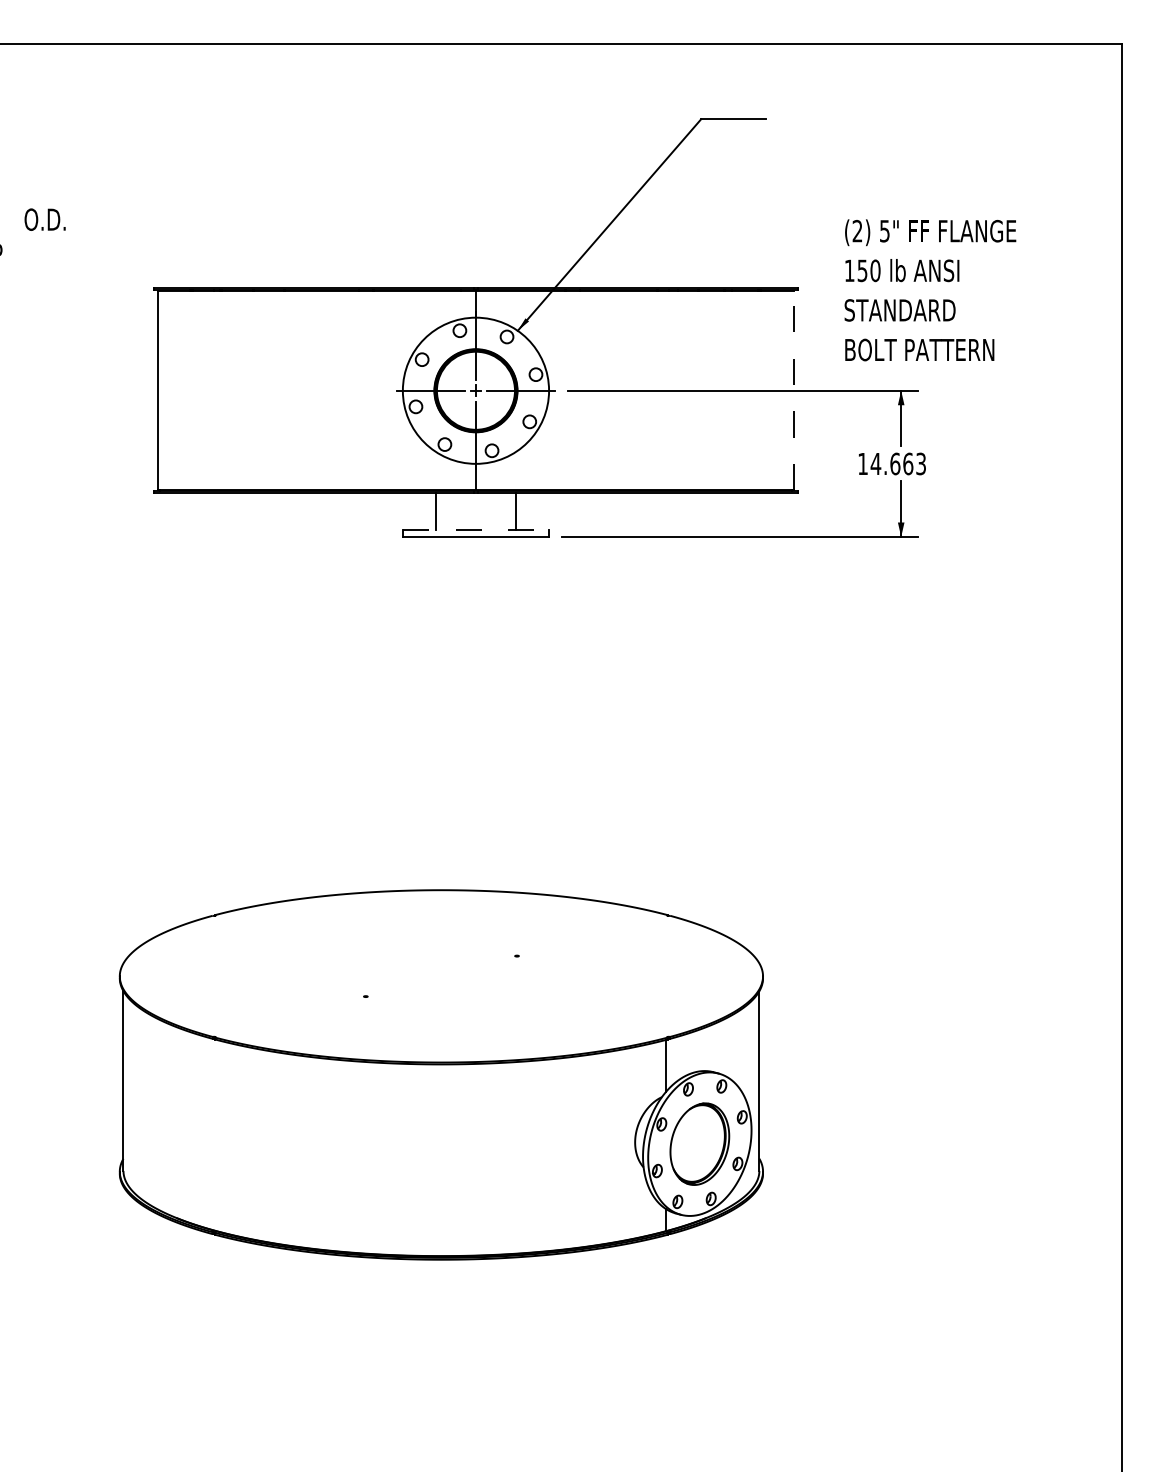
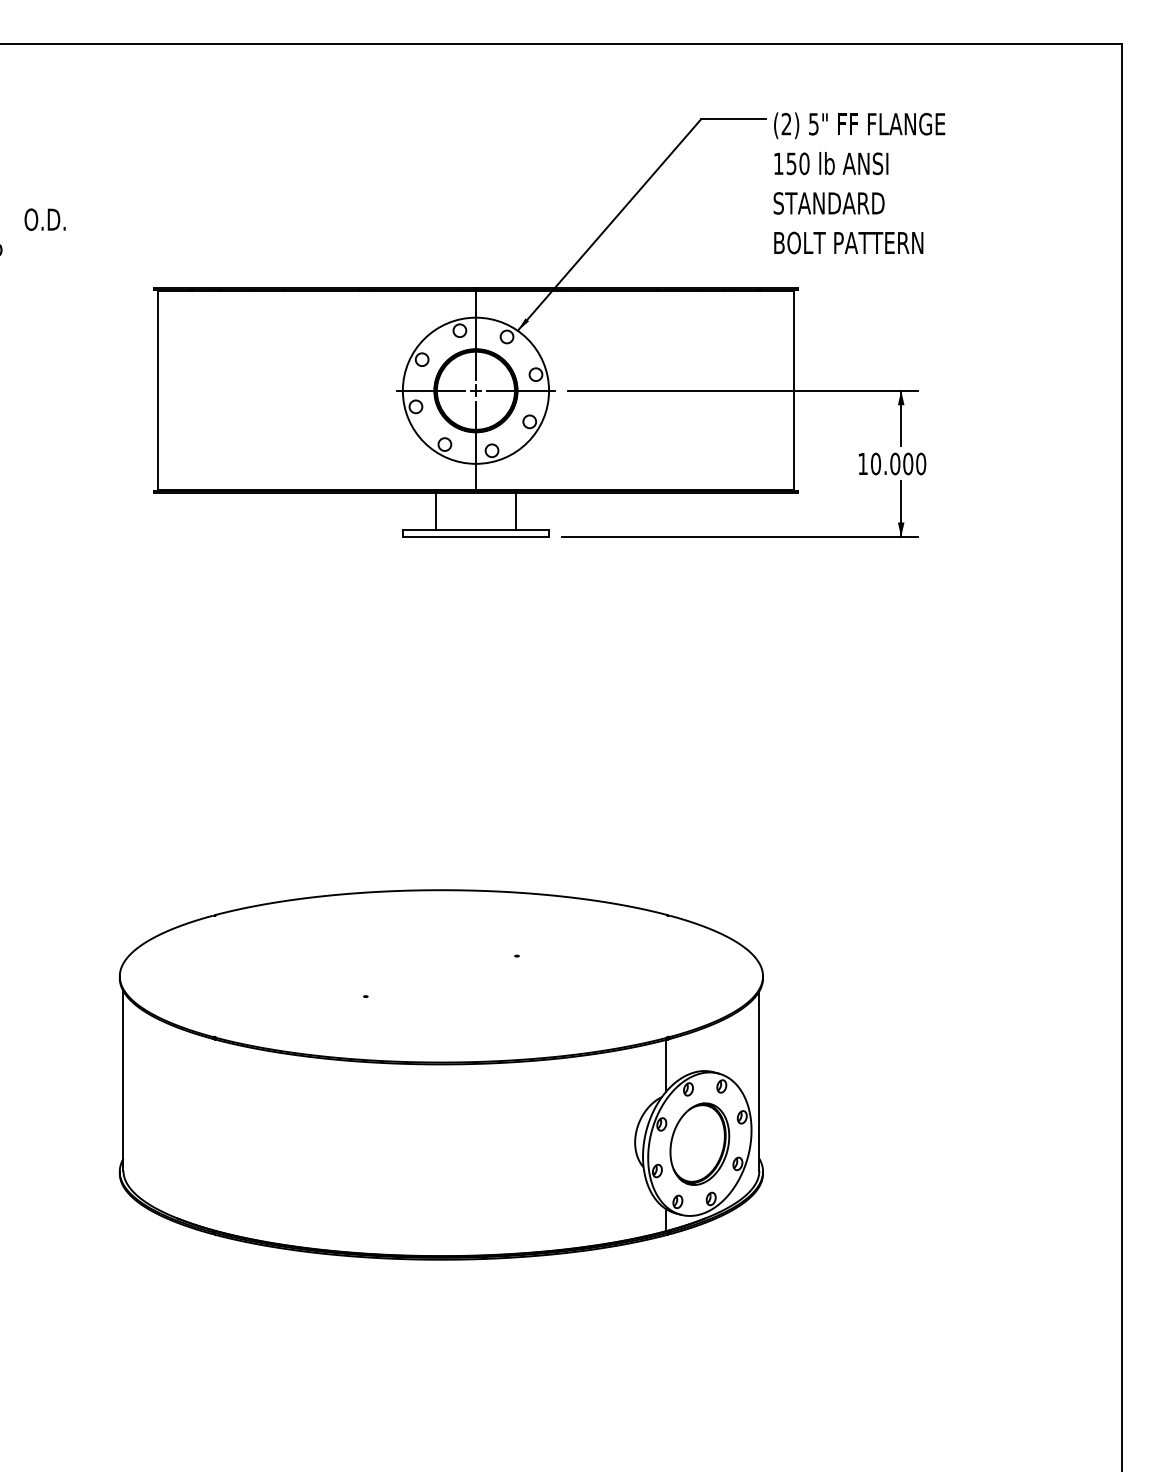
text at (930, 290) position: (930, 290) -> (859, 183)
line at (793, 390): dashed -> solid
text at (898, 463): 14.663 -> 10.000
line at (476, 529): dashed -> solid
